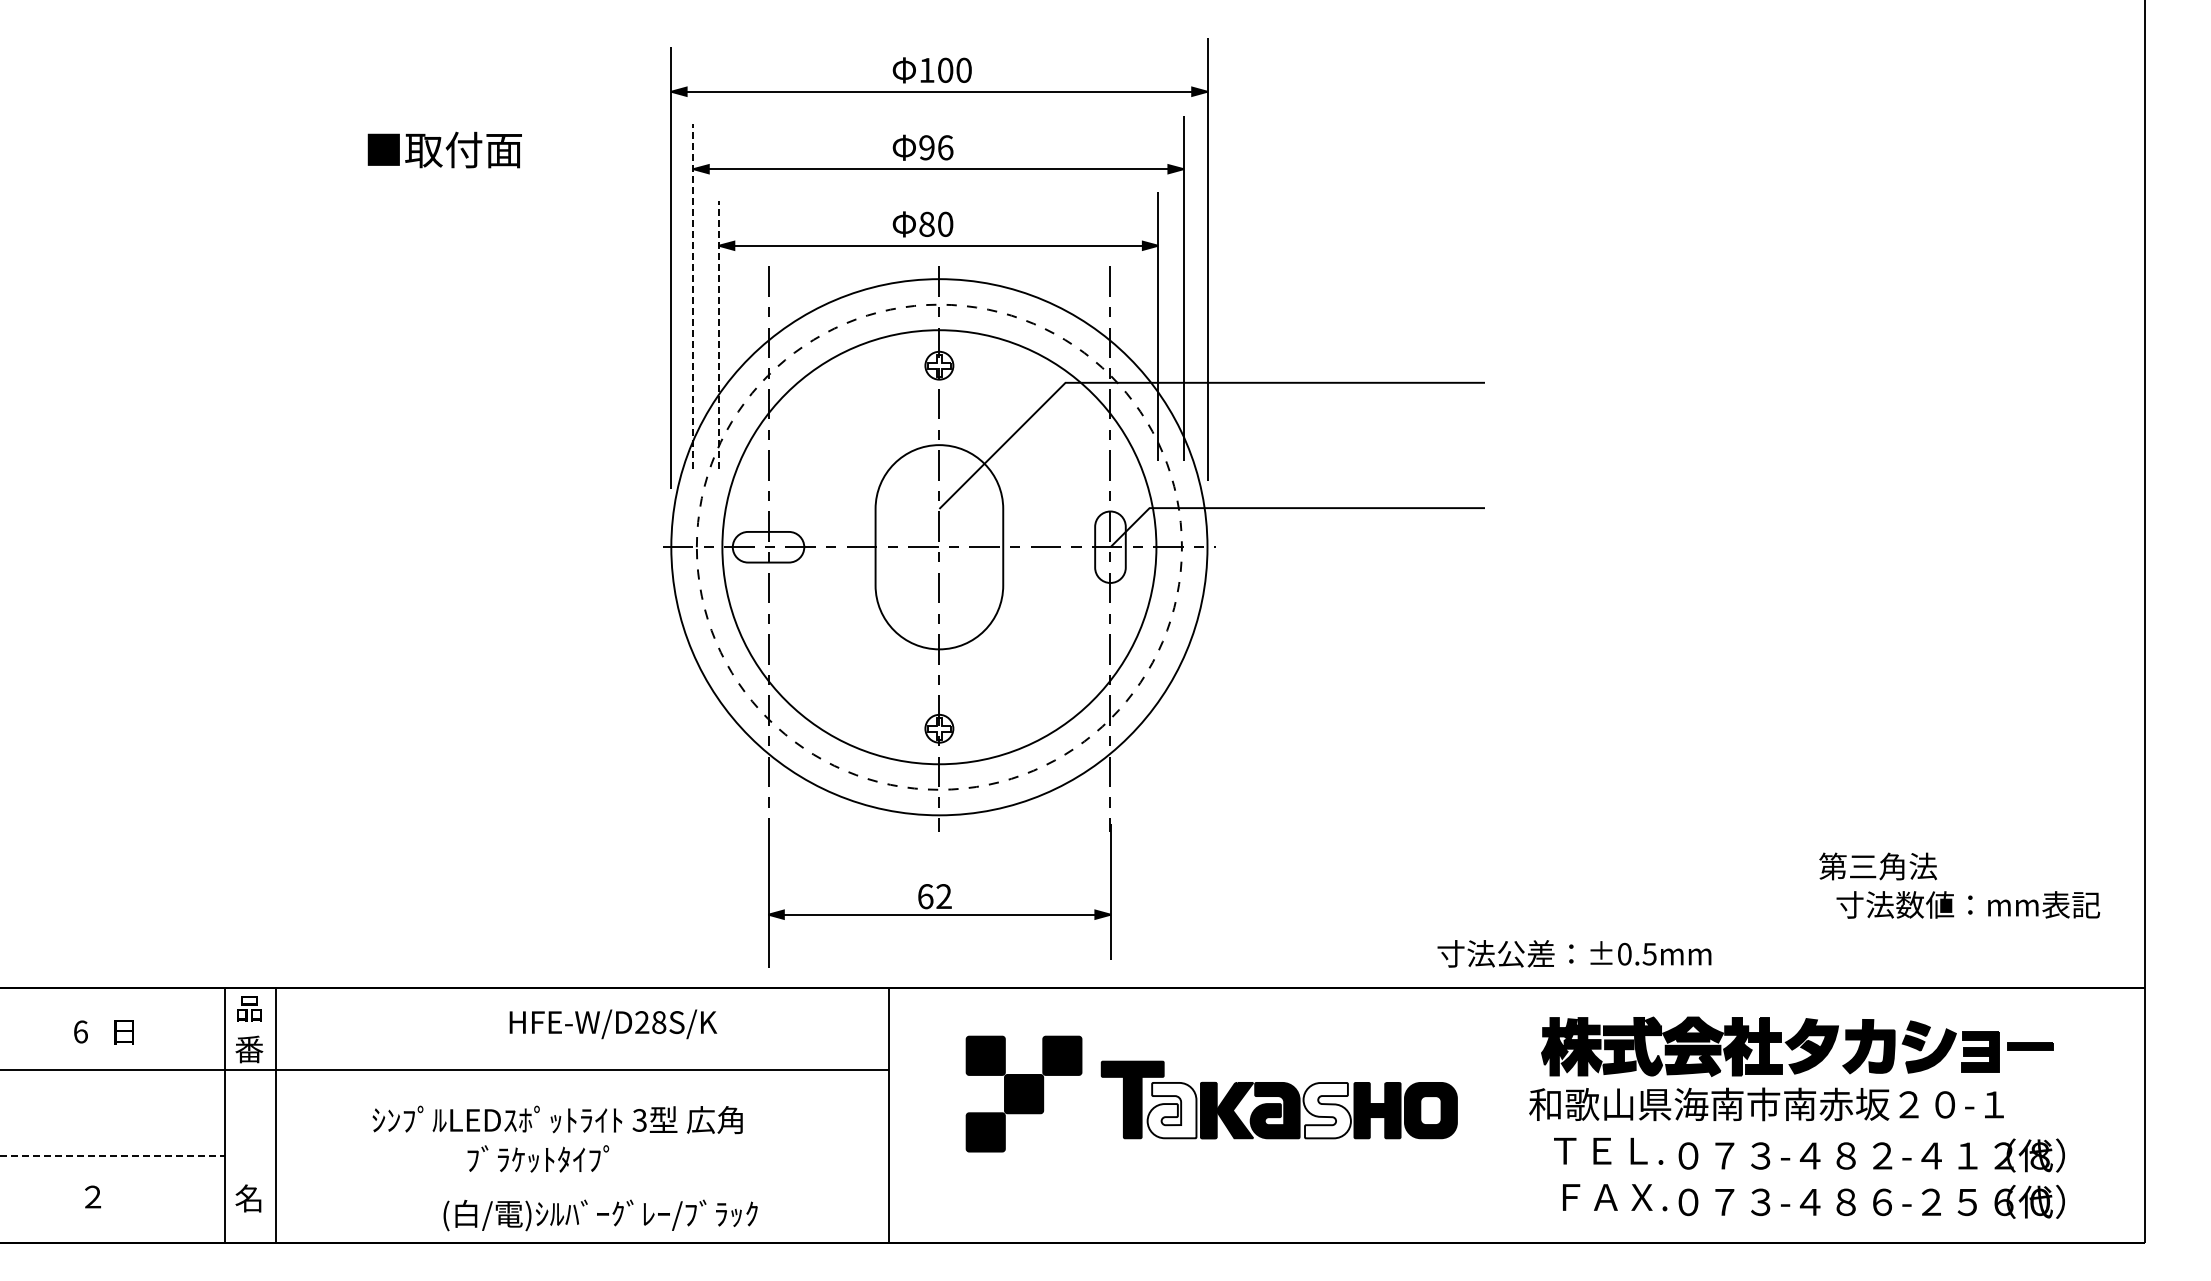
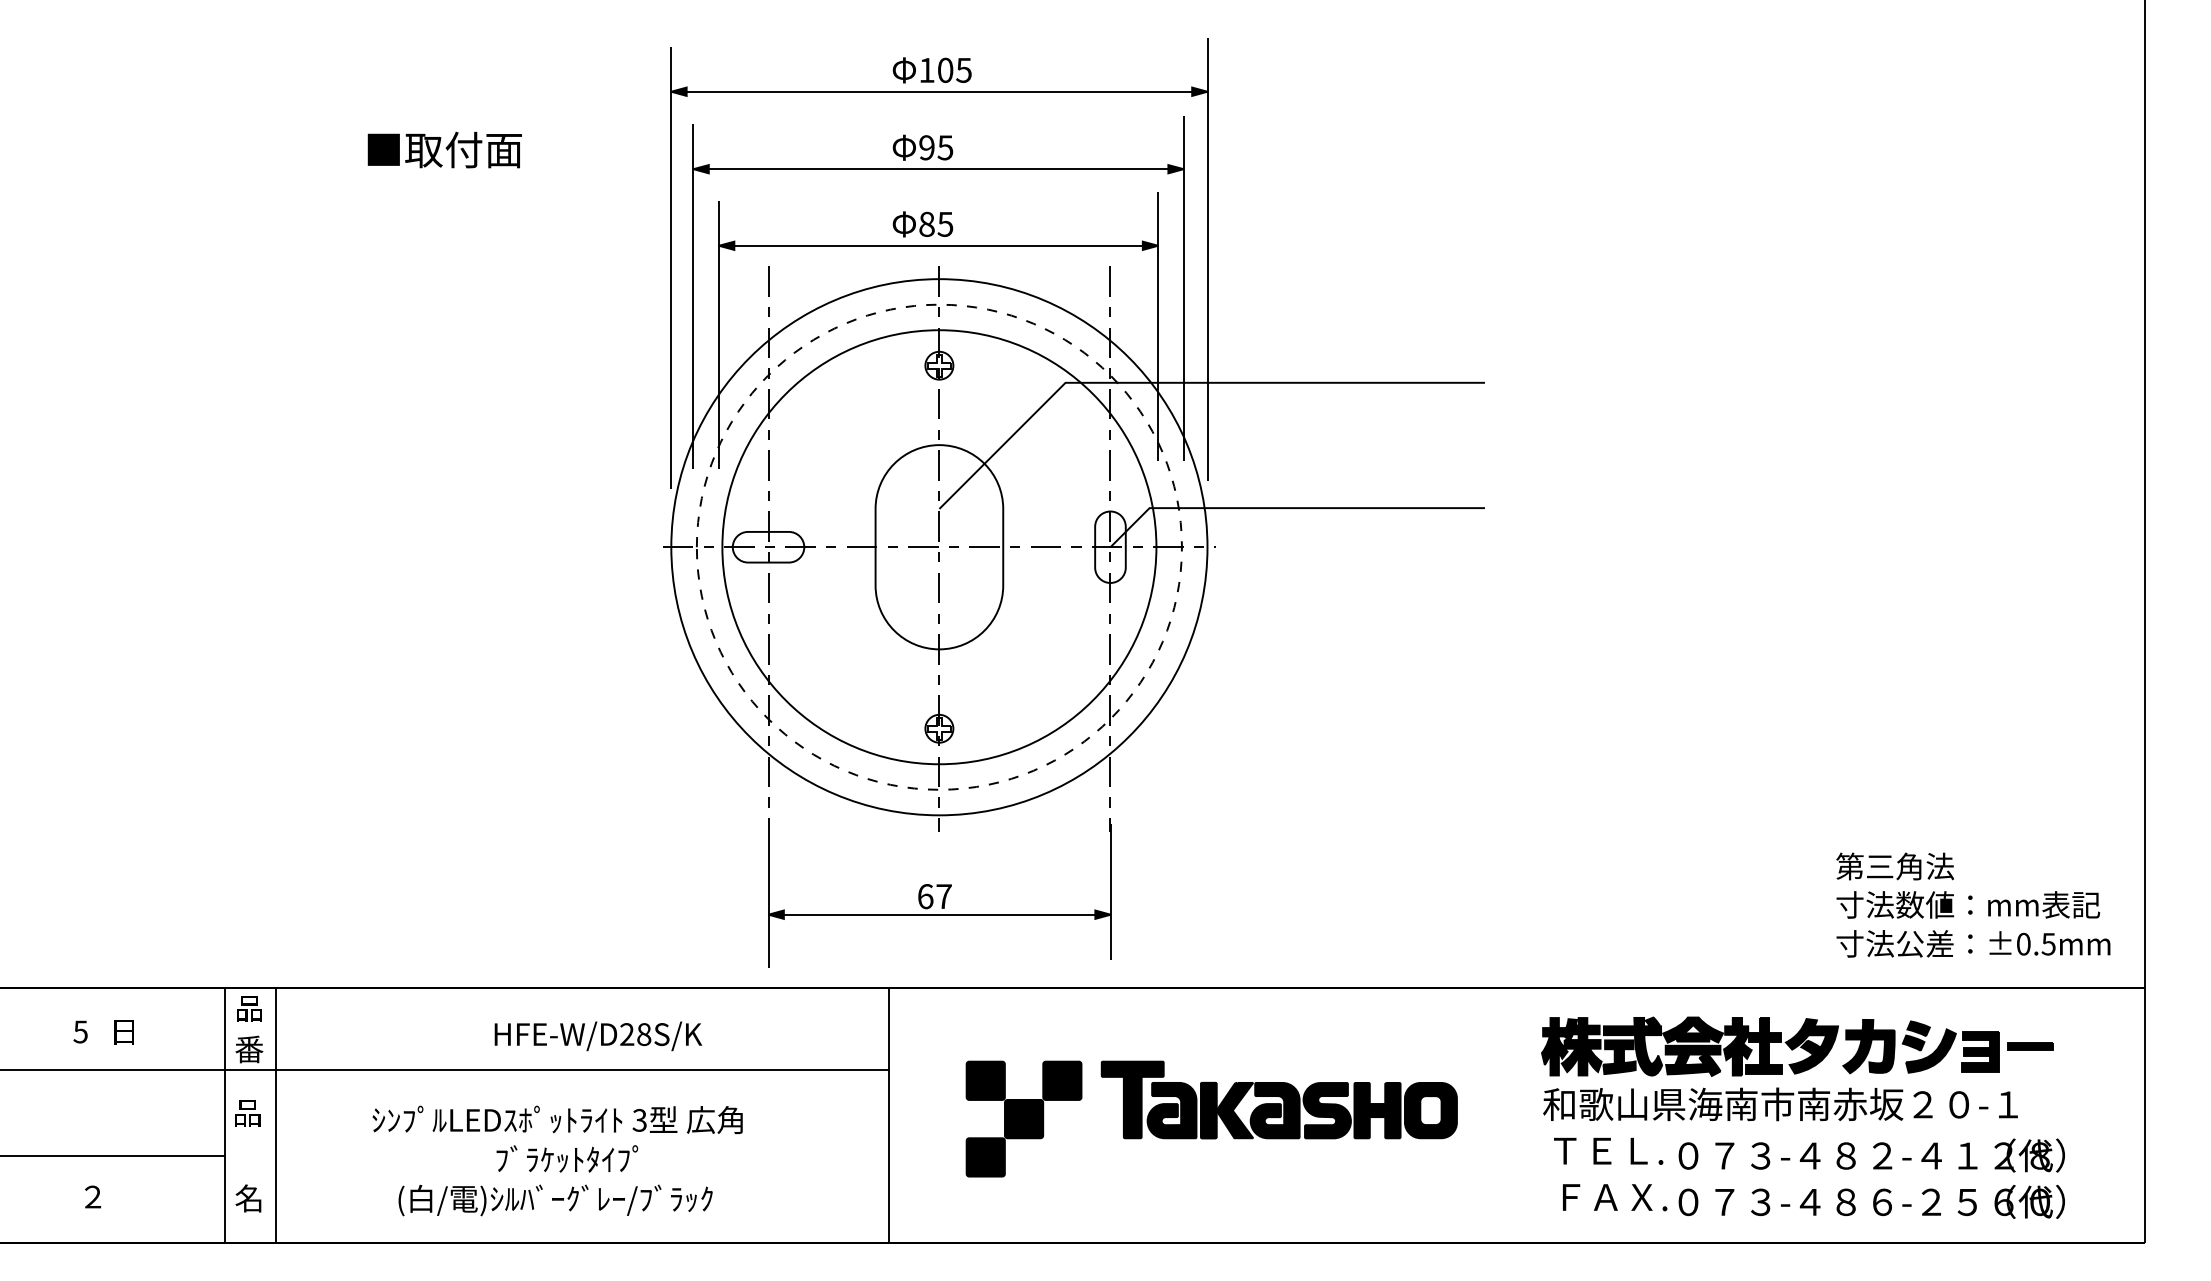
text at (963, 69): 100 -> 105
text at (945, 147): 96 -> 95
text at (945, 223): 80 -> 85
line at (693, 296): dashed -> solid
line at (719, 334): dashed -> solid
text at (1877, 866) position: (1877, 866) -> (1894, 866)
text at (943, 896): 62 -> 67
text at (1574, 953) position: (1574, 953) -> (1973, 943)
text at (613, 1024) position: (613, 1024) -> (598, 1036)
text at (80, 1031): 6 -> 5
part at (1023, 1093) position: (1023, 1093) -> (1023, 1118)
text at (1766, 1104) position: (1766, 1104) -> (1780, 1104)
fill at (1171, 1110): none -> present
fill at (1326, 1110): none -> present
part at (247, 1113): none -> present
line at (113, 1156): dashed -> solid
text at (538, 1158) position: (538, 1158) -> (567, 1158)
text at (600, 1215) position: (600, 1215) -> (555, 1200)
